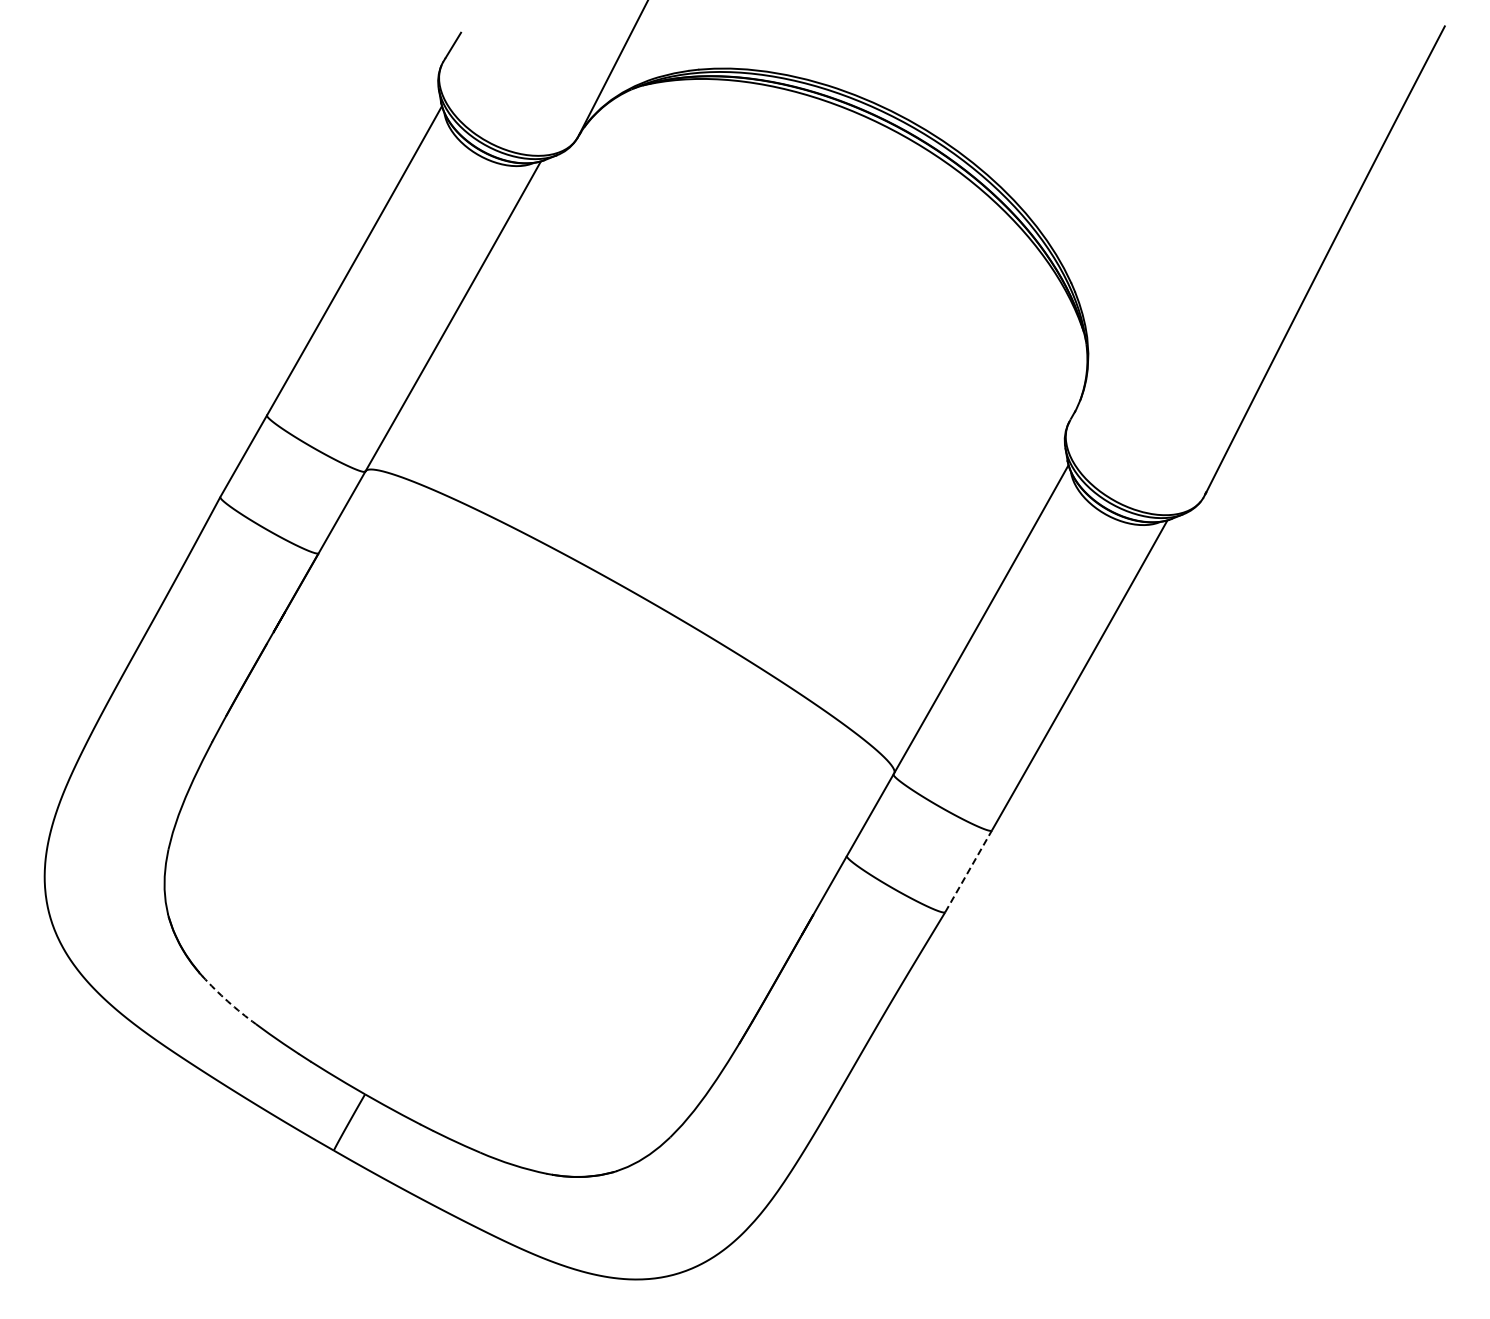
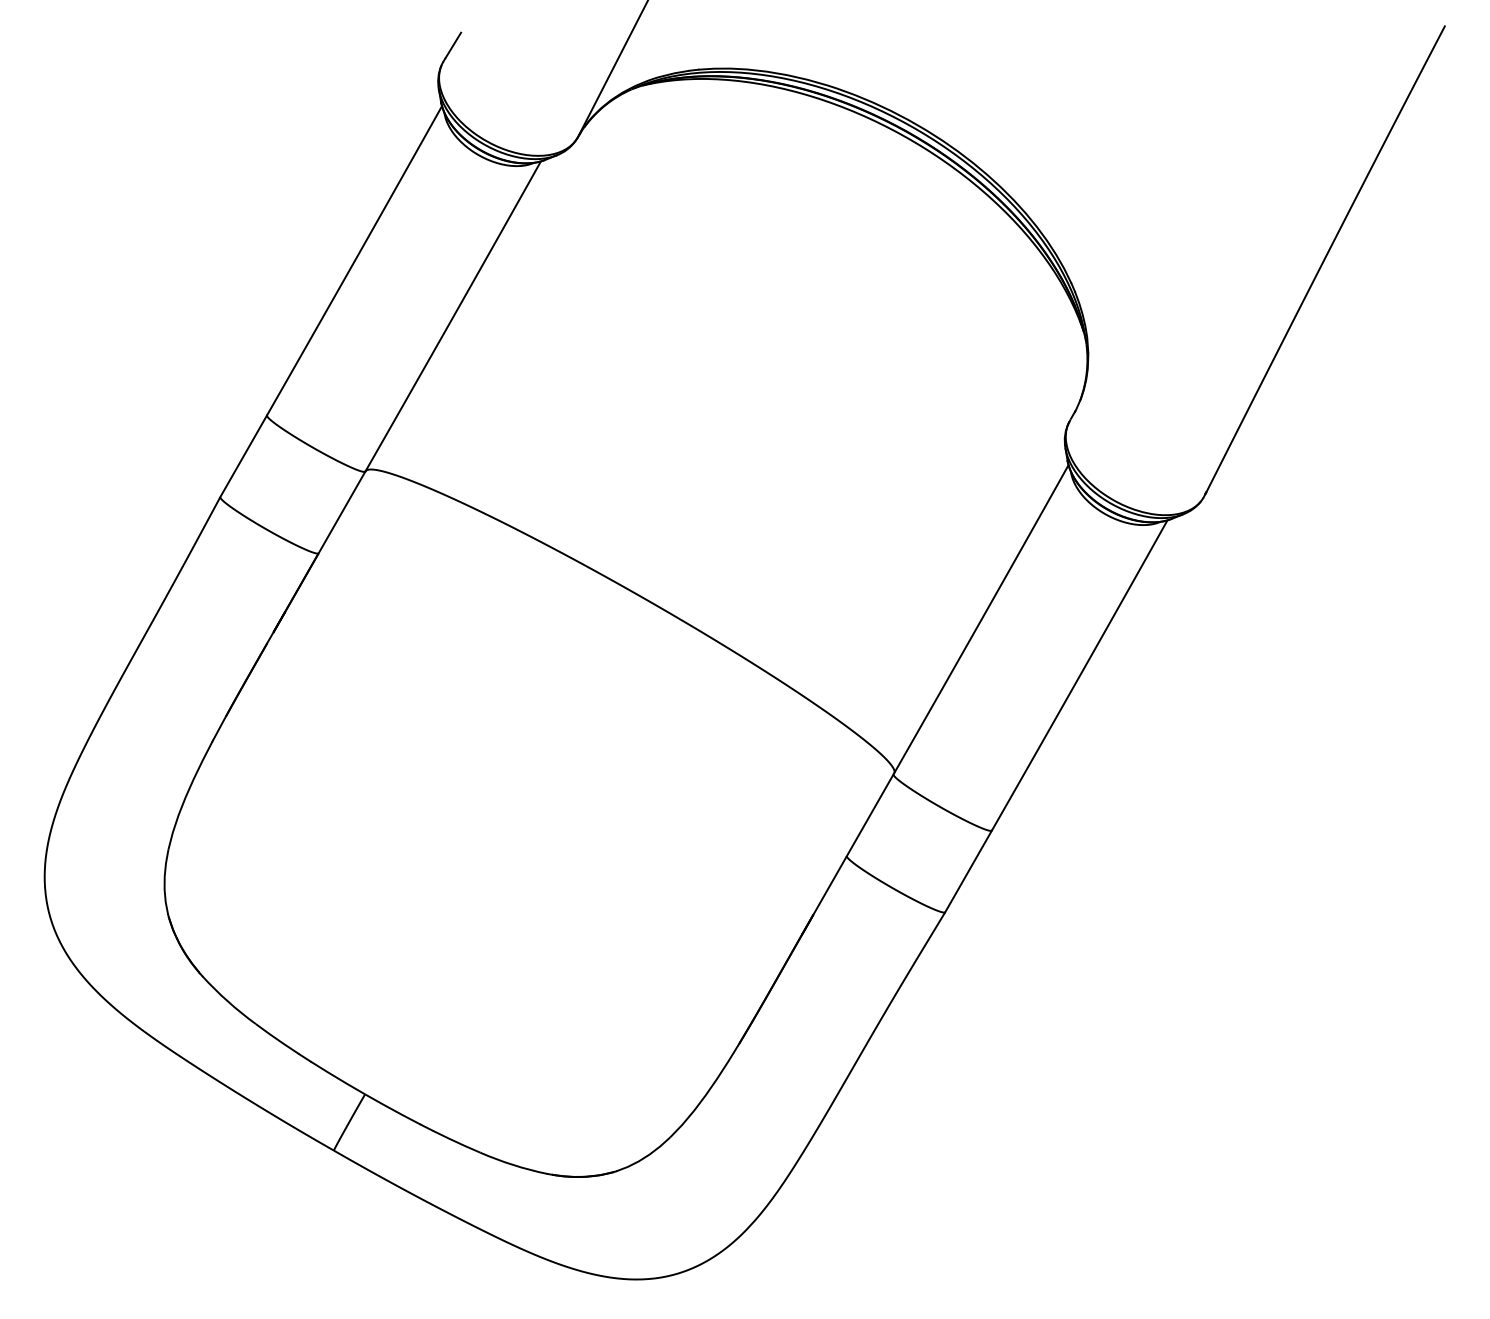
line at (968, 870): dashed -> solid
arc at (227, 1001): dashed -> solid
